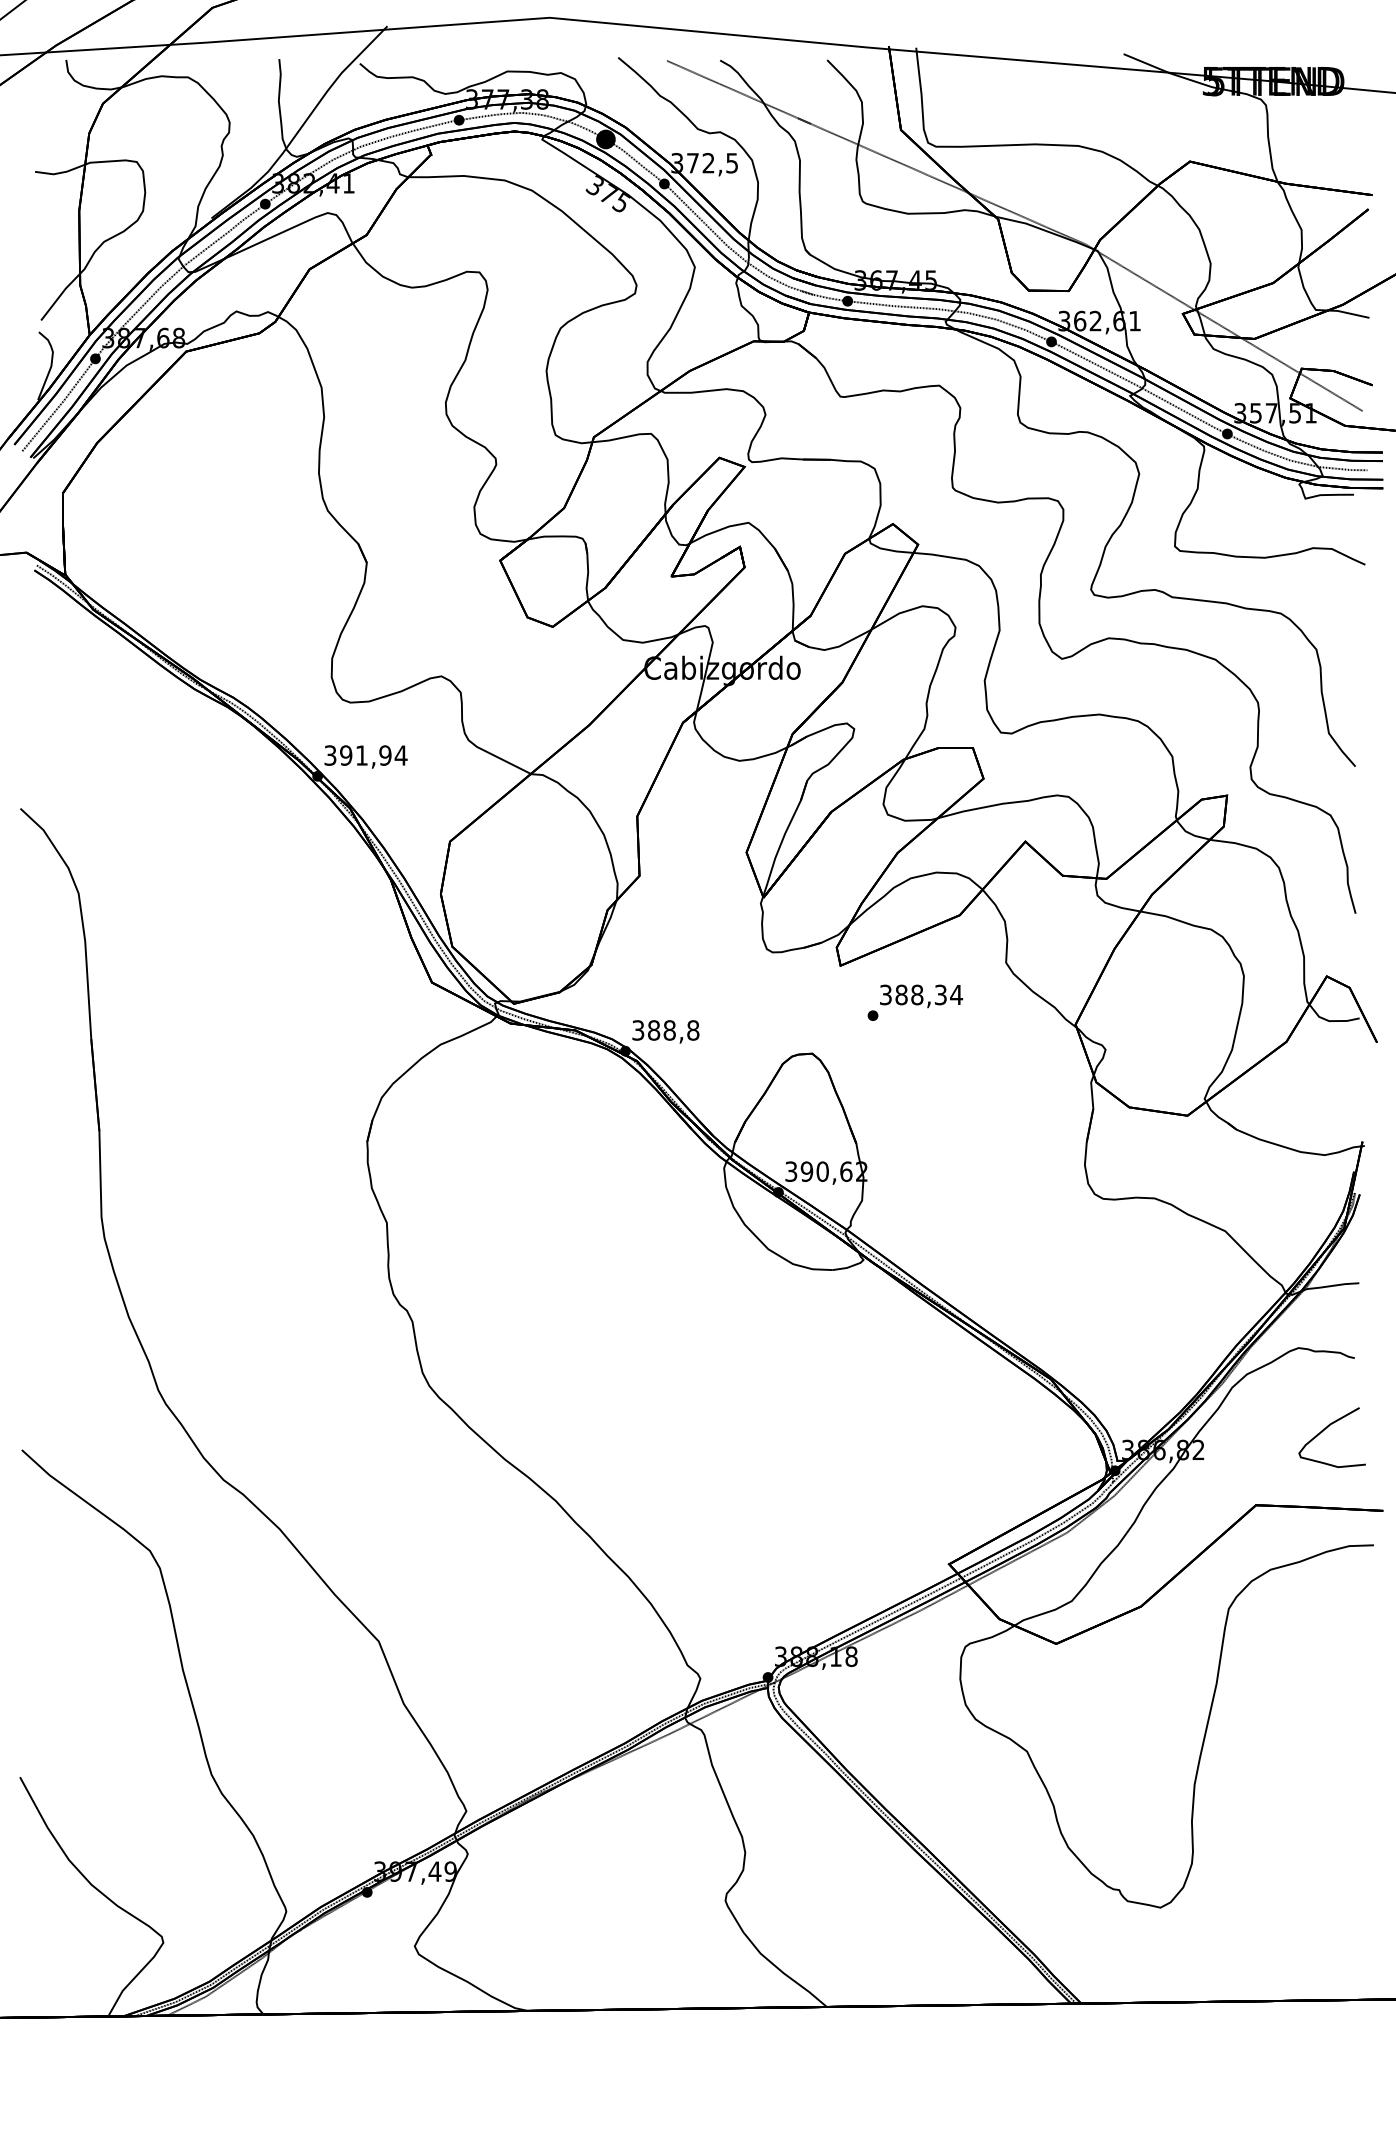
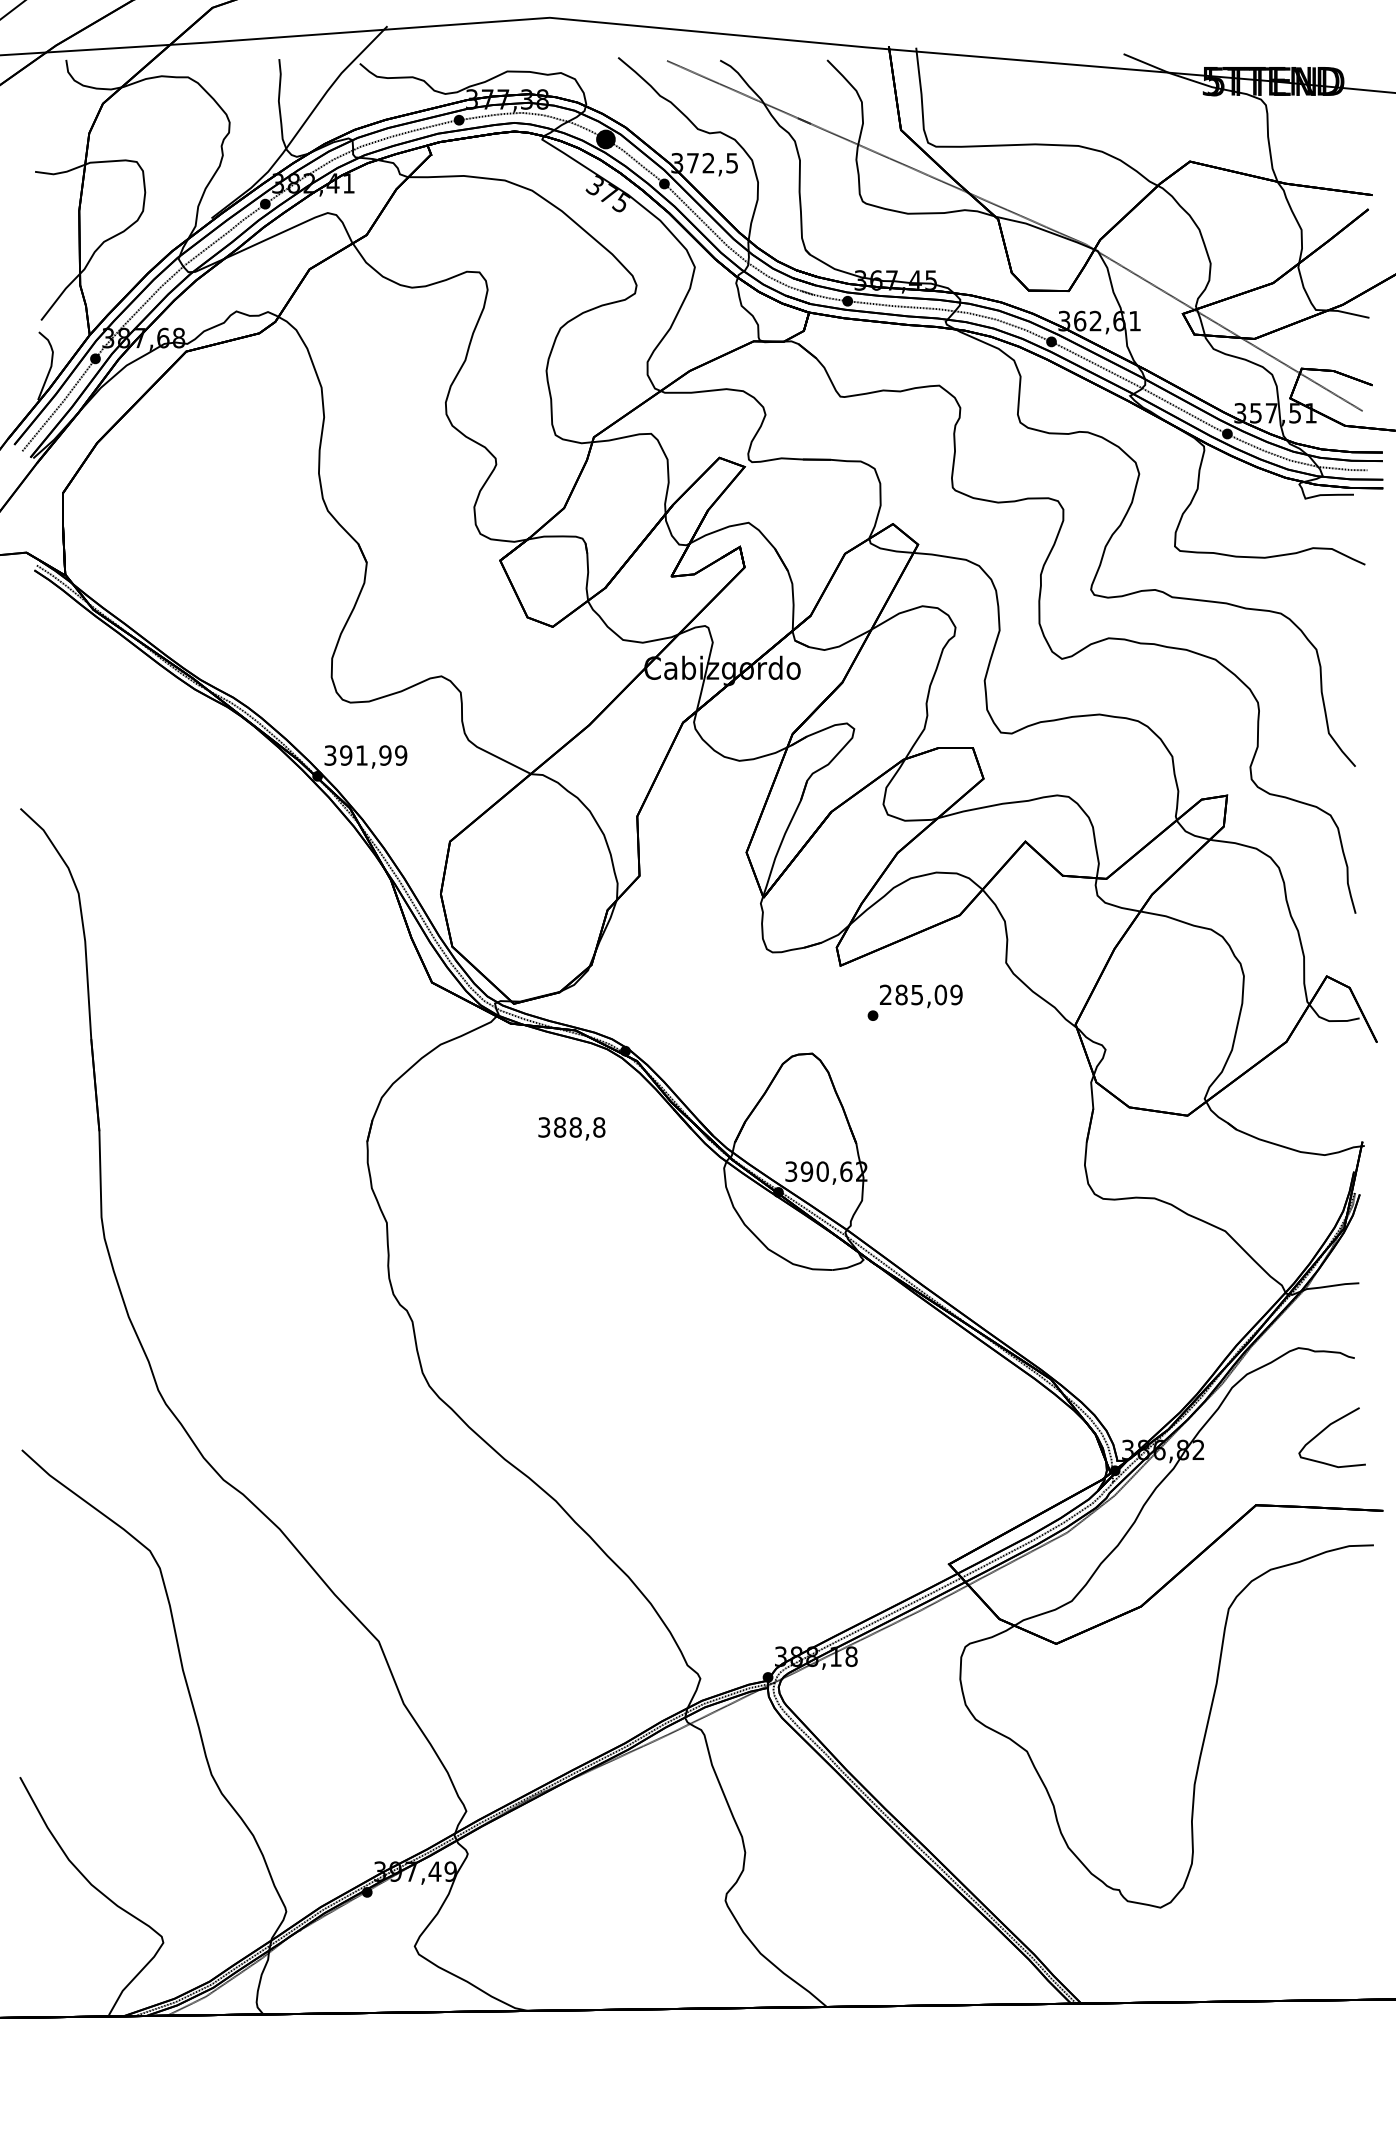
text at (400, 755): 391,94 -> 391,99
text at (921, 994): 388,34 -> 285,09
text at (665, 1031) position: (665, 1031) -> (571, 1128)
